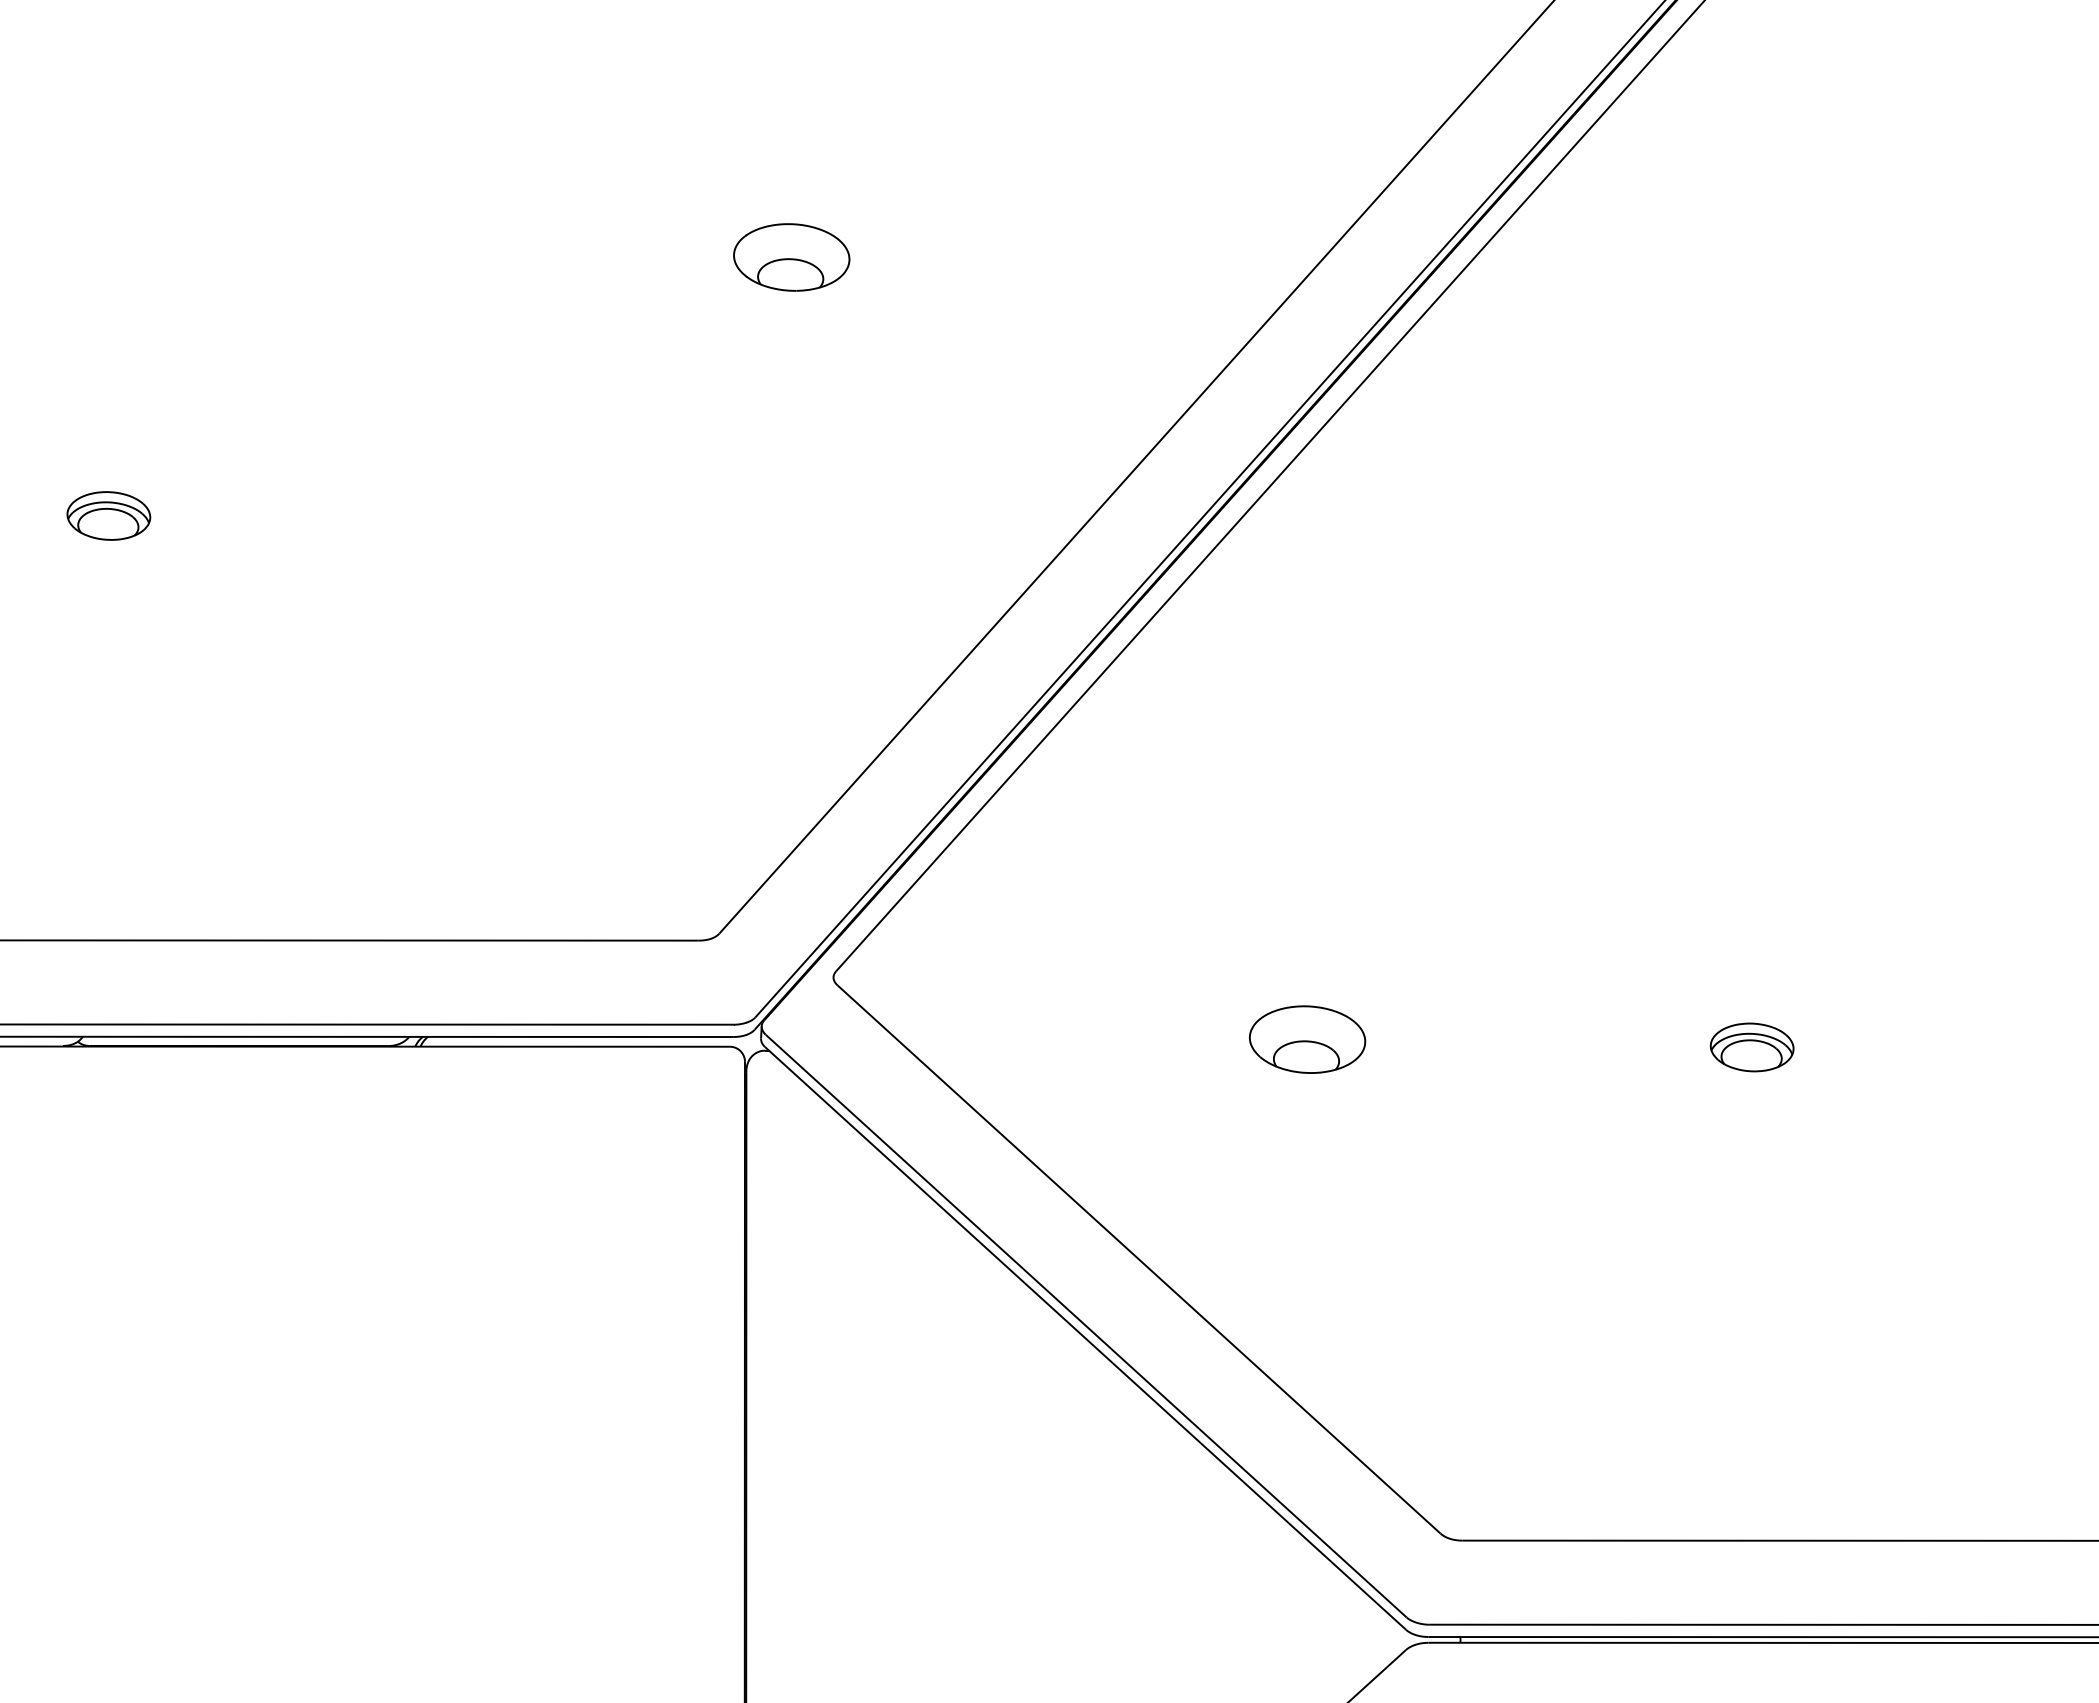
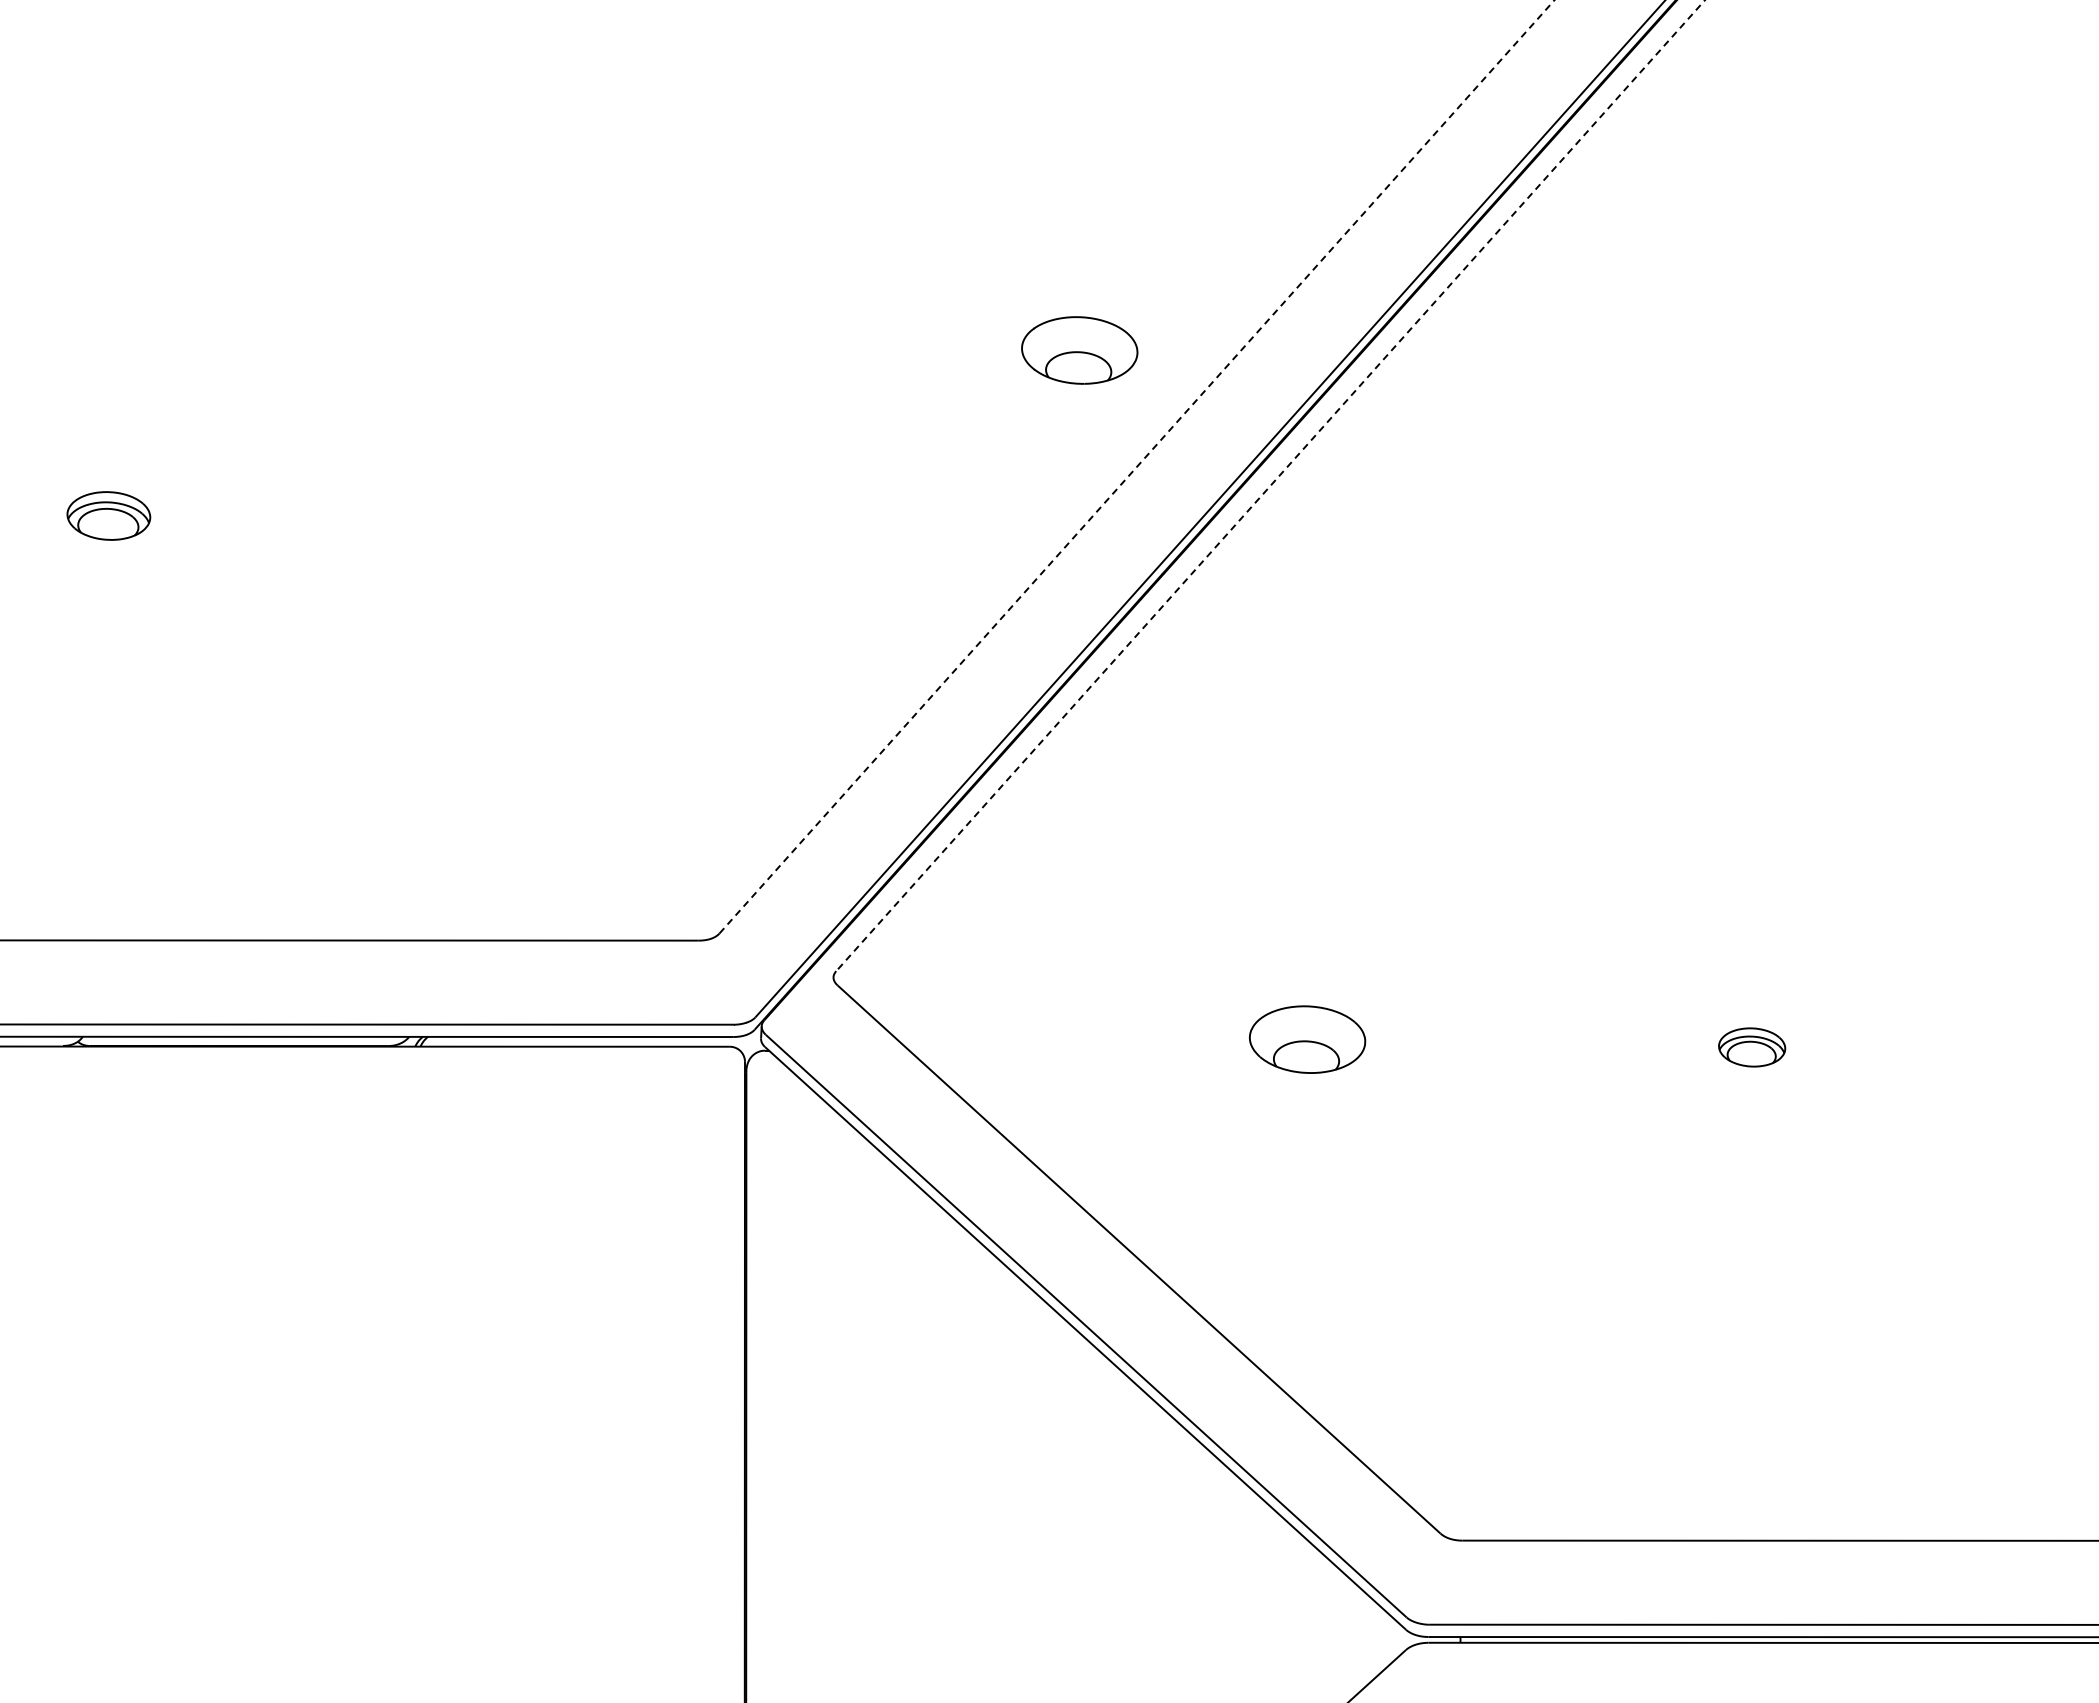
part at (791, 257) position: (791, 257) -> (1079, 350)
line at (1136, 466): solid -> dashed
line at (1270, 486): solid -> dashed
part at (1751, 1047) size: 86x51 px -> 69x41 px
